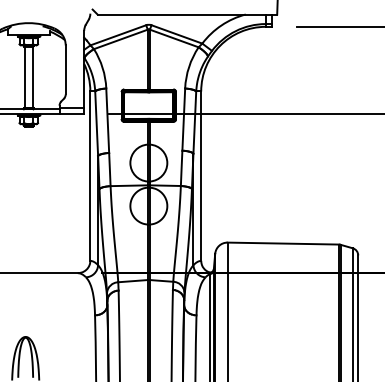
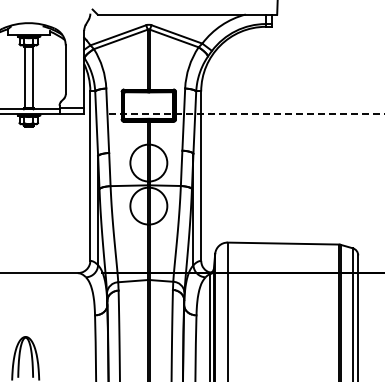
line at (338, 26): present -> none
line at (246, 114): solid -> dashed
